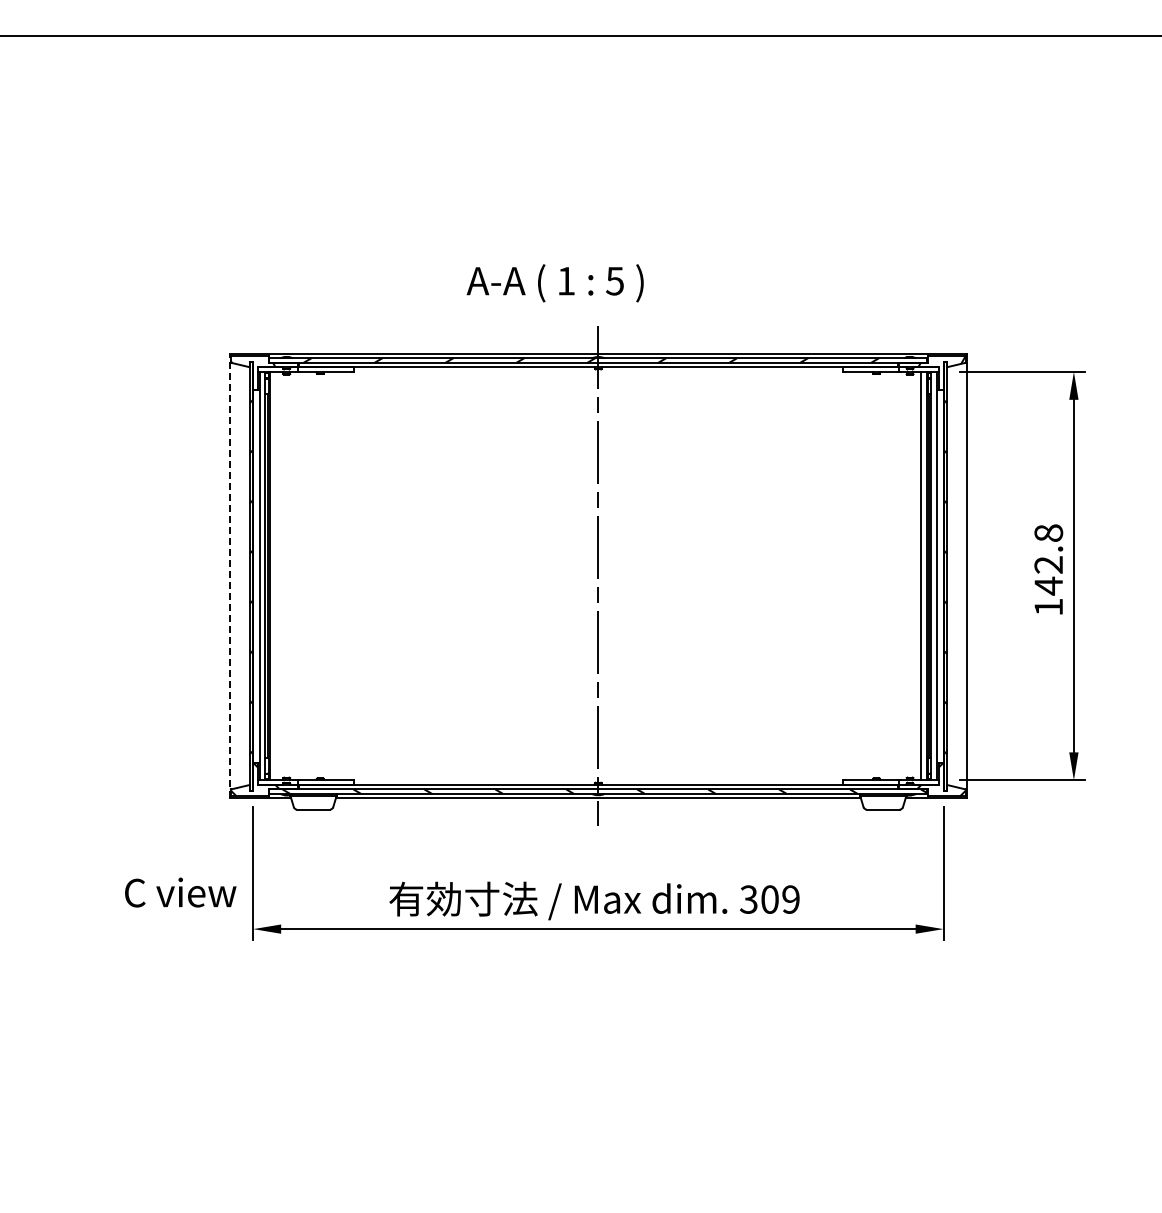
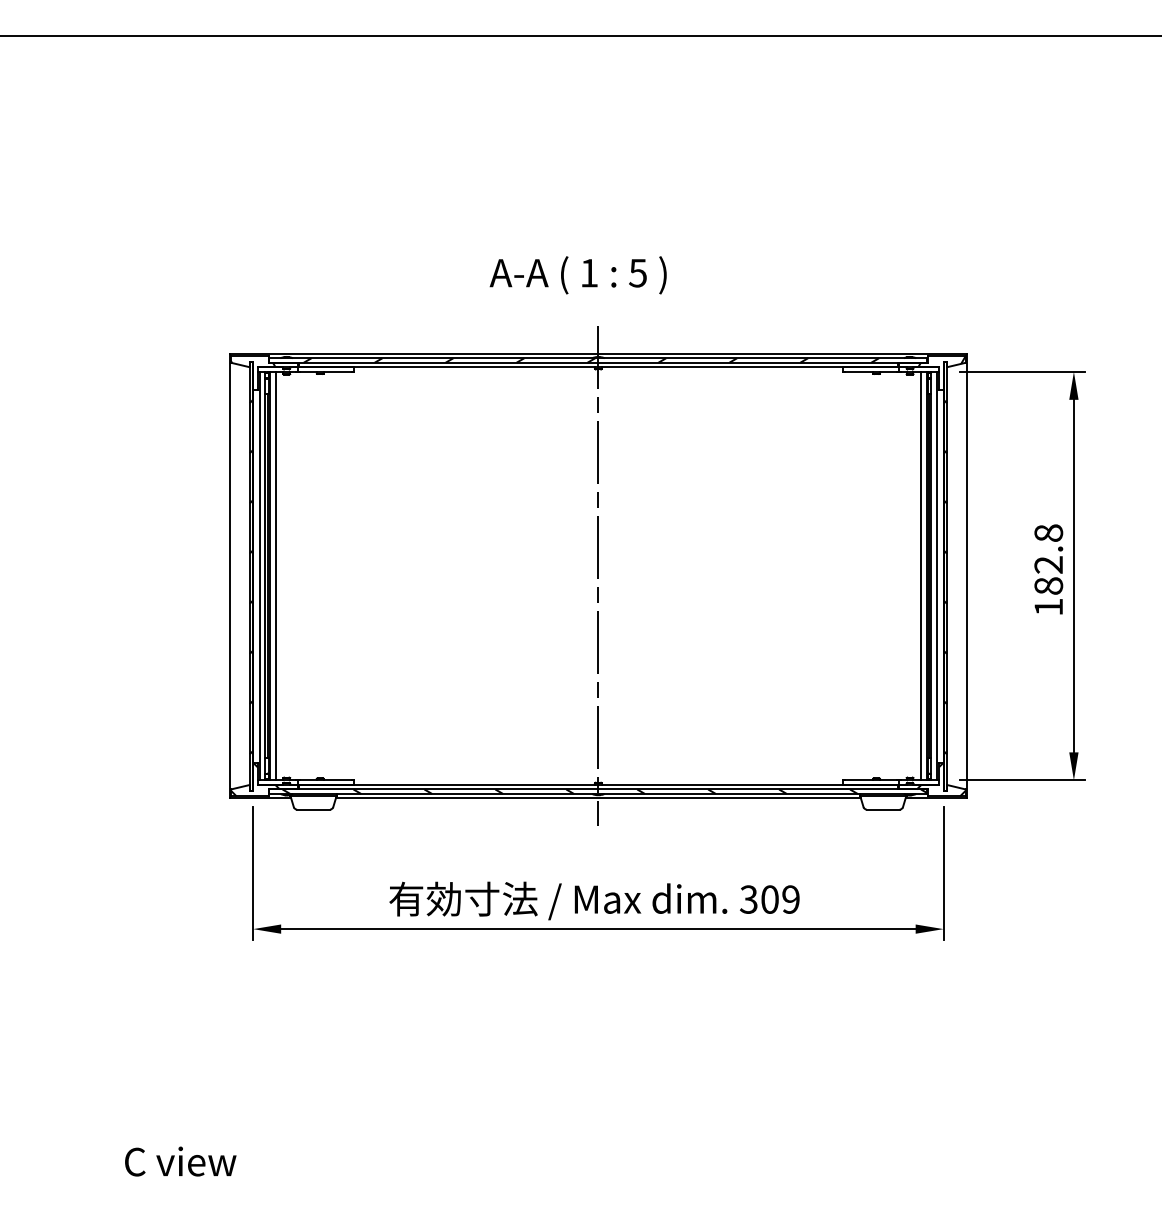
text at (554, 283) position: (554, 283) -> (577, 275)
line at (229, 575): dashed -> solid
line at (275, 575): none -> present
text at (1048, 585): 142.8 -> 182.8
text at (180, 892) position: (180, 892) -> (180, 1161)
